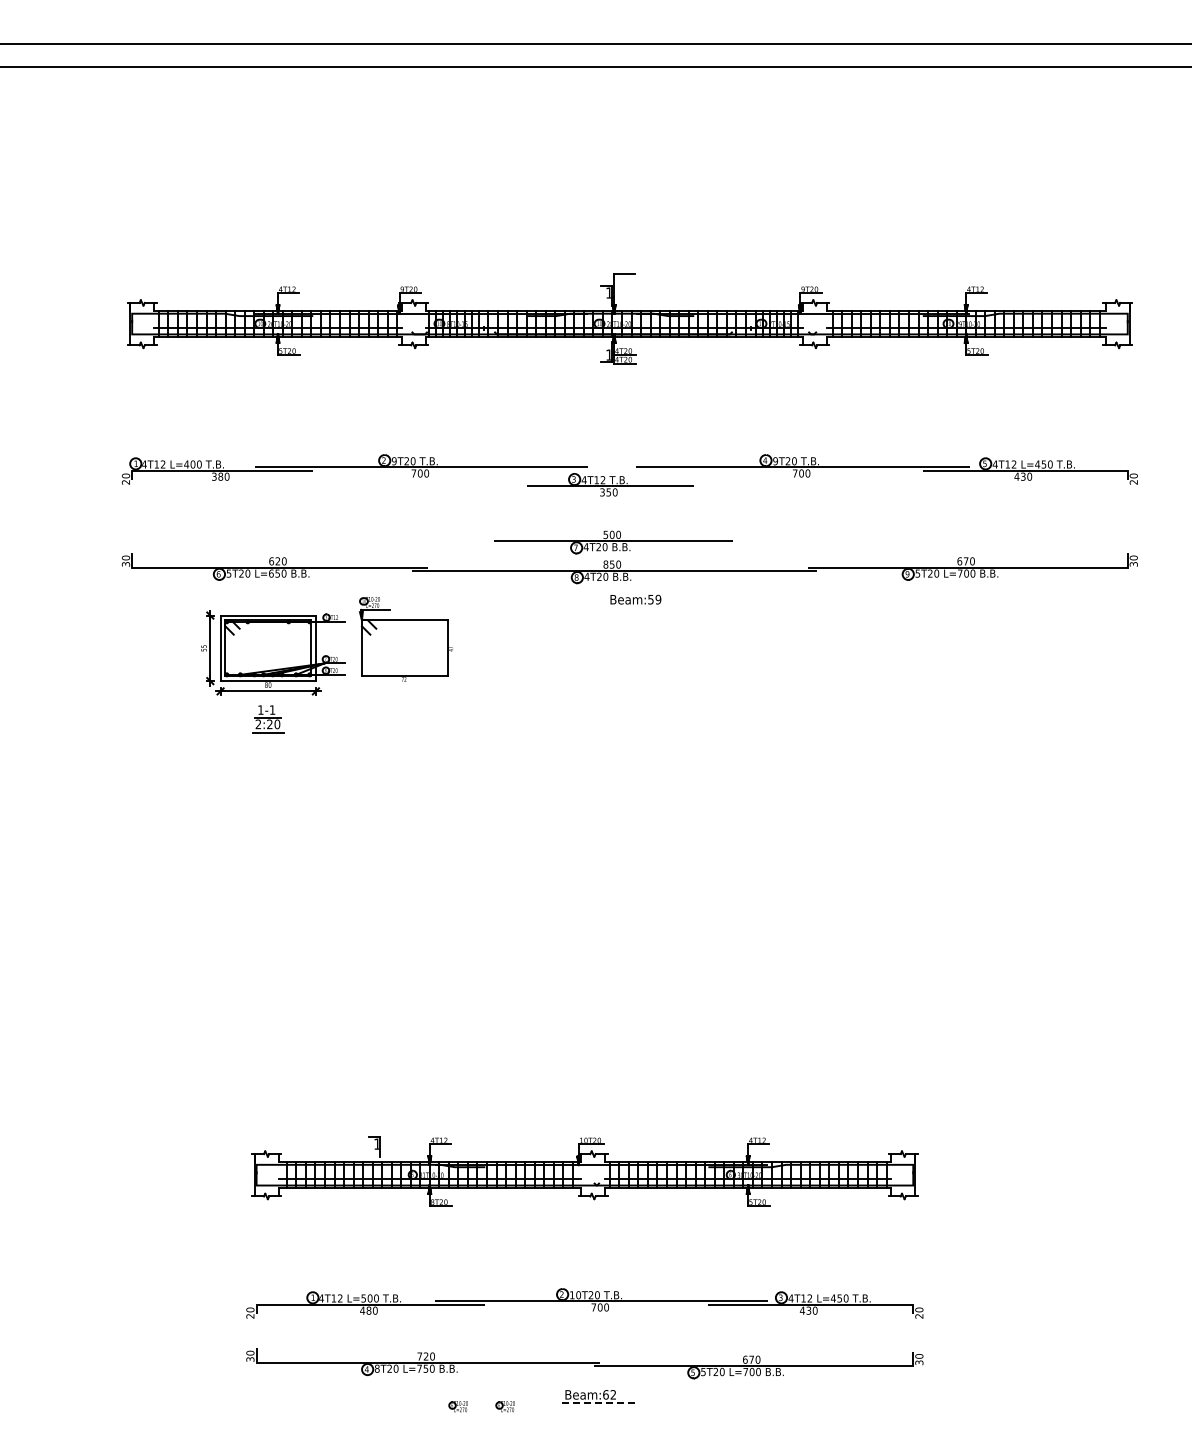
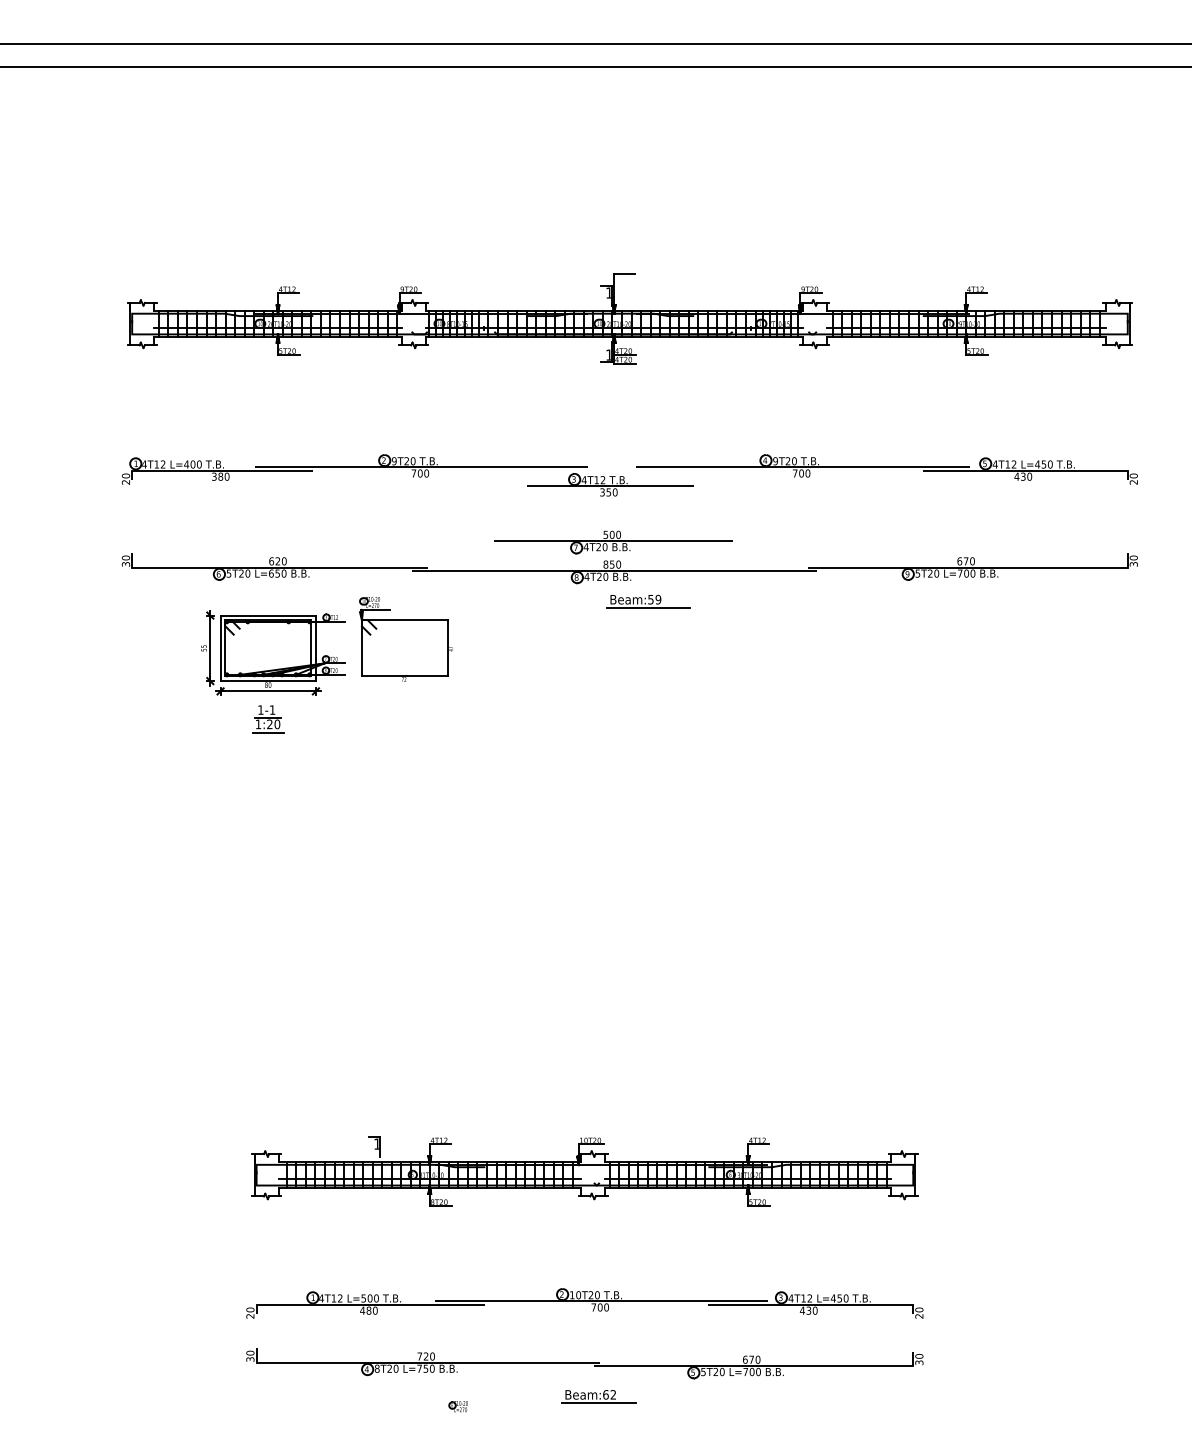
line at (648, 608): none -> present
text at (257, 723): 2:20 -> 1:20
line at (599, 1403): dashed -> solid
part at (504, 1406): present -> none
